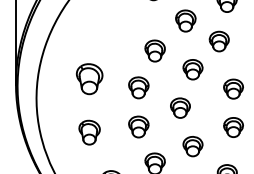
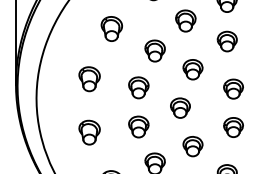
part at (111, 28): none -> present
part at (218, 41) position: (218, 41) -> (226, 41)
part at (89, 79) size: 28x33 px -> 23x27 px
